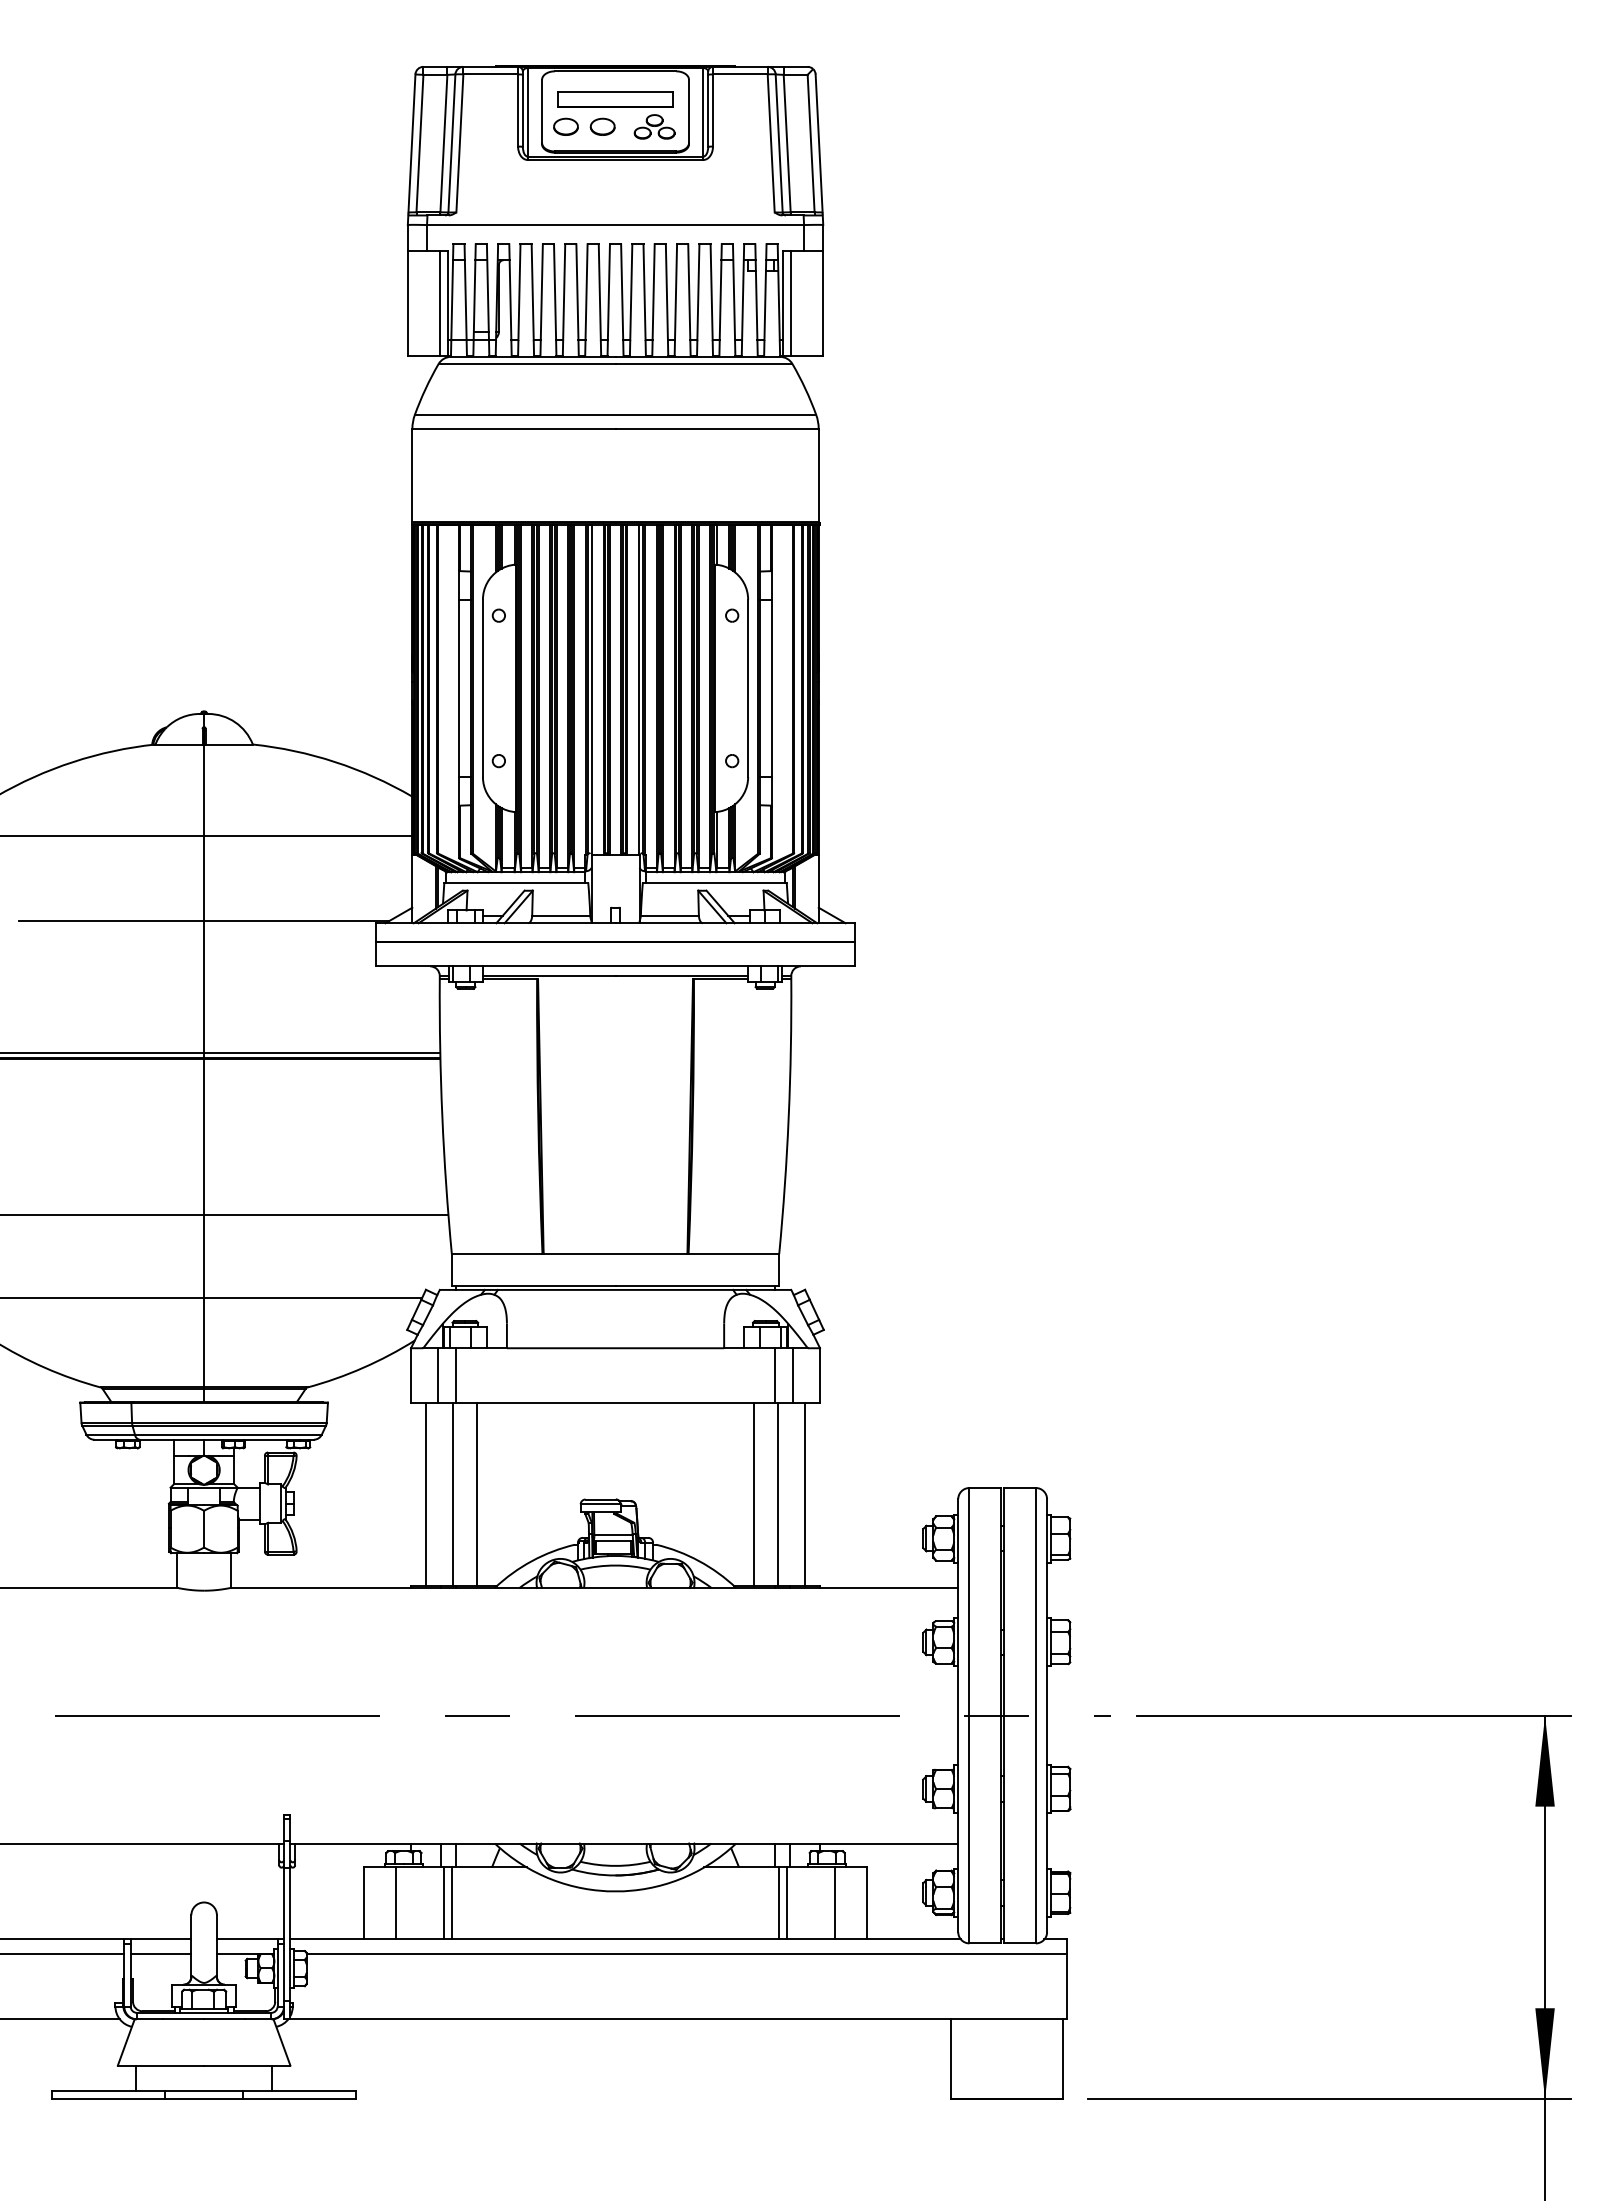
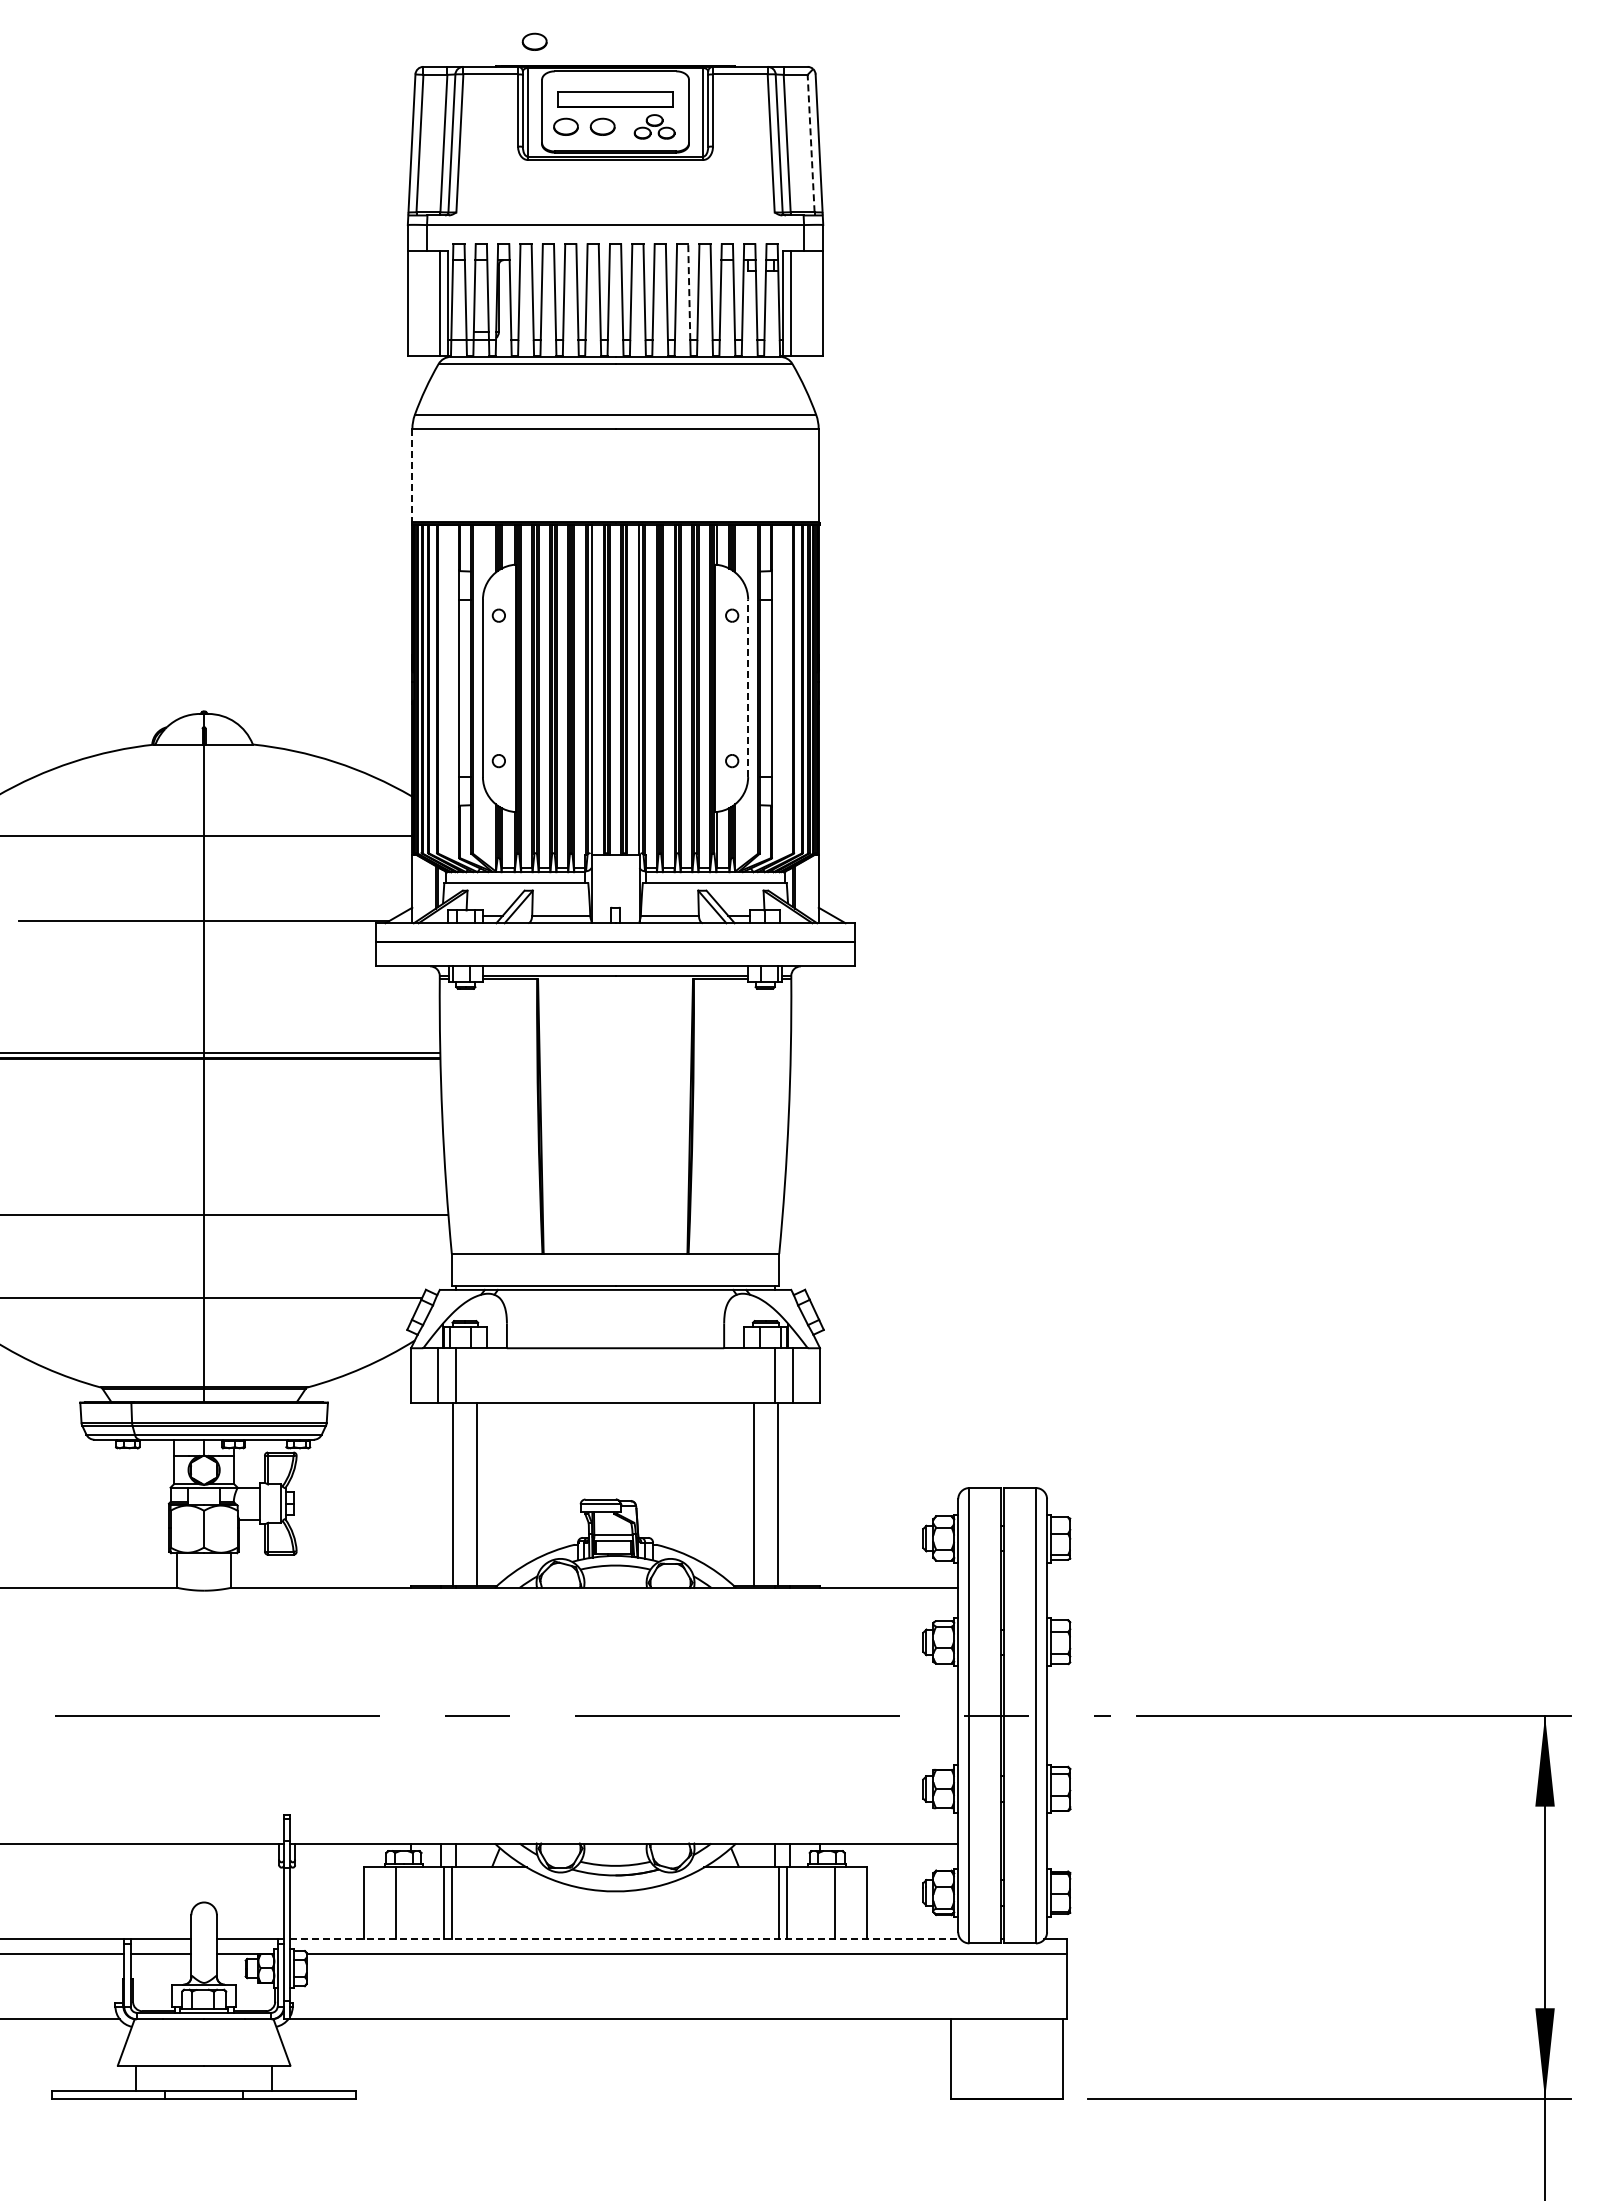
part at (534, 41): none -> present
line at (811, 143): solid -> dashed
line at (689, 292): solid -> dashed
line at (412, 475): solid -> dashed
line at (748, 688): solid -> dashed
line at (425, 1494): present -> none
line at (805, 1494): present -> none
line at (626, 1939): solid -> dashed
